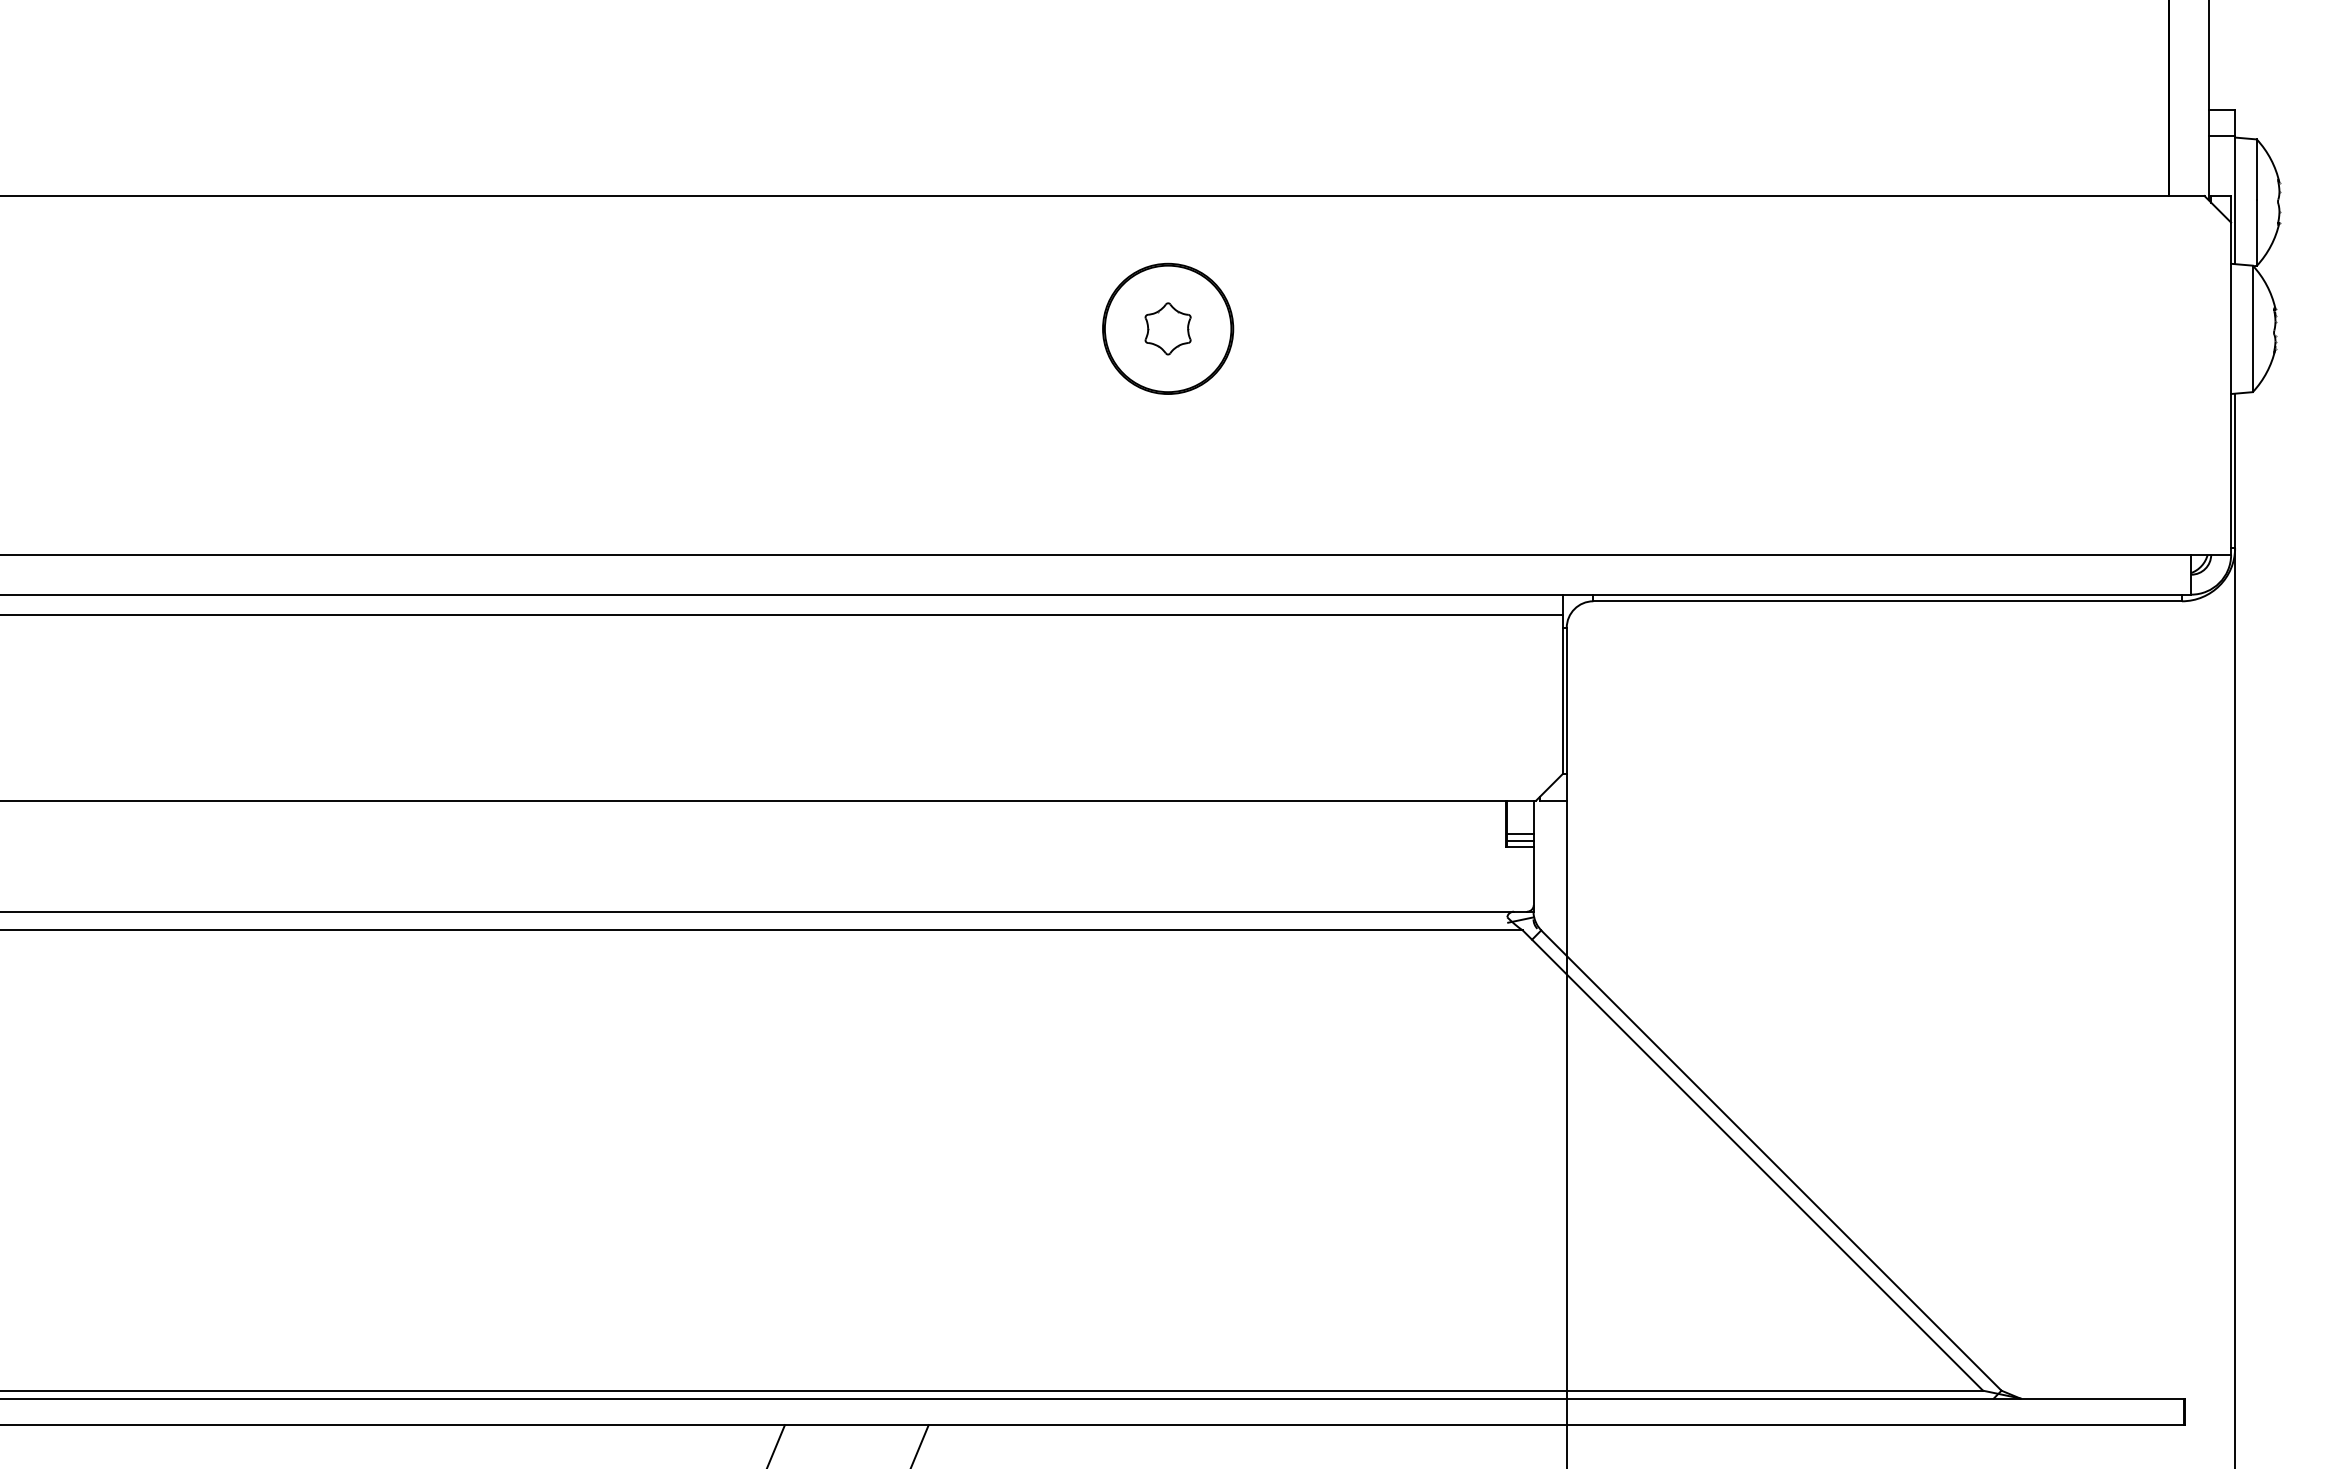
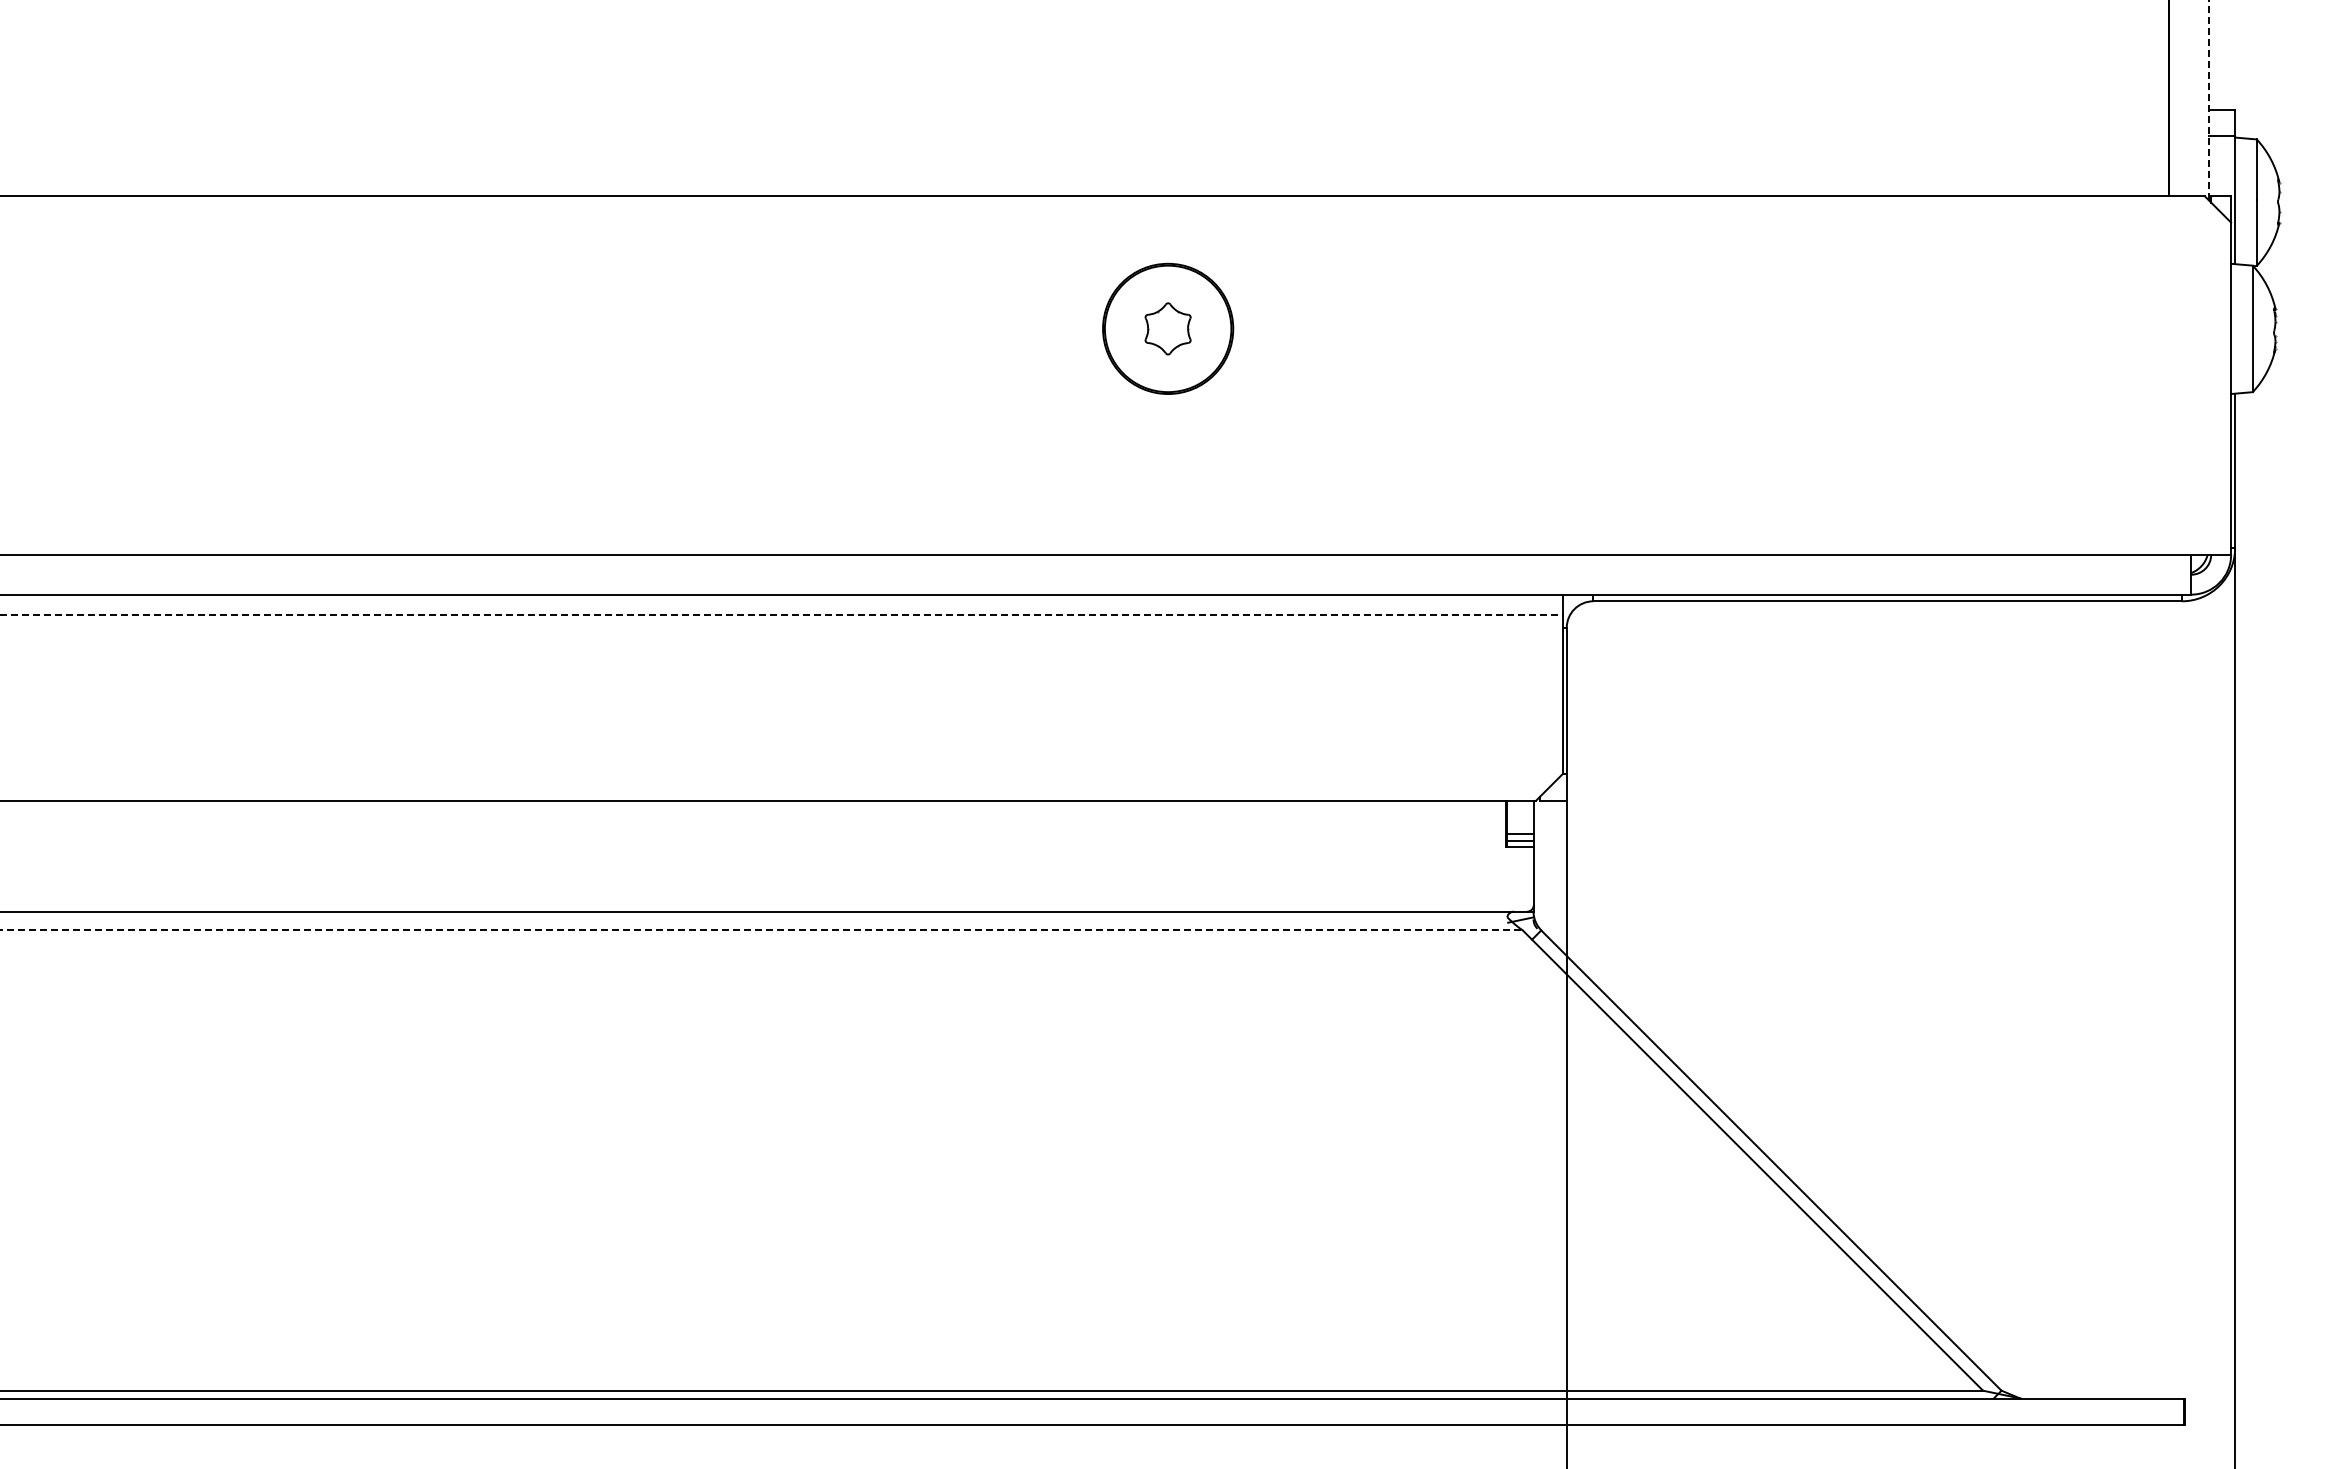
line at (2208, 100): solid -> dashed
line at (782, 614): solid -> dashed
line at (761, 930): solid -> dashed
line at (776, 1445): present -> none
line at (919, 1445): present -> none
